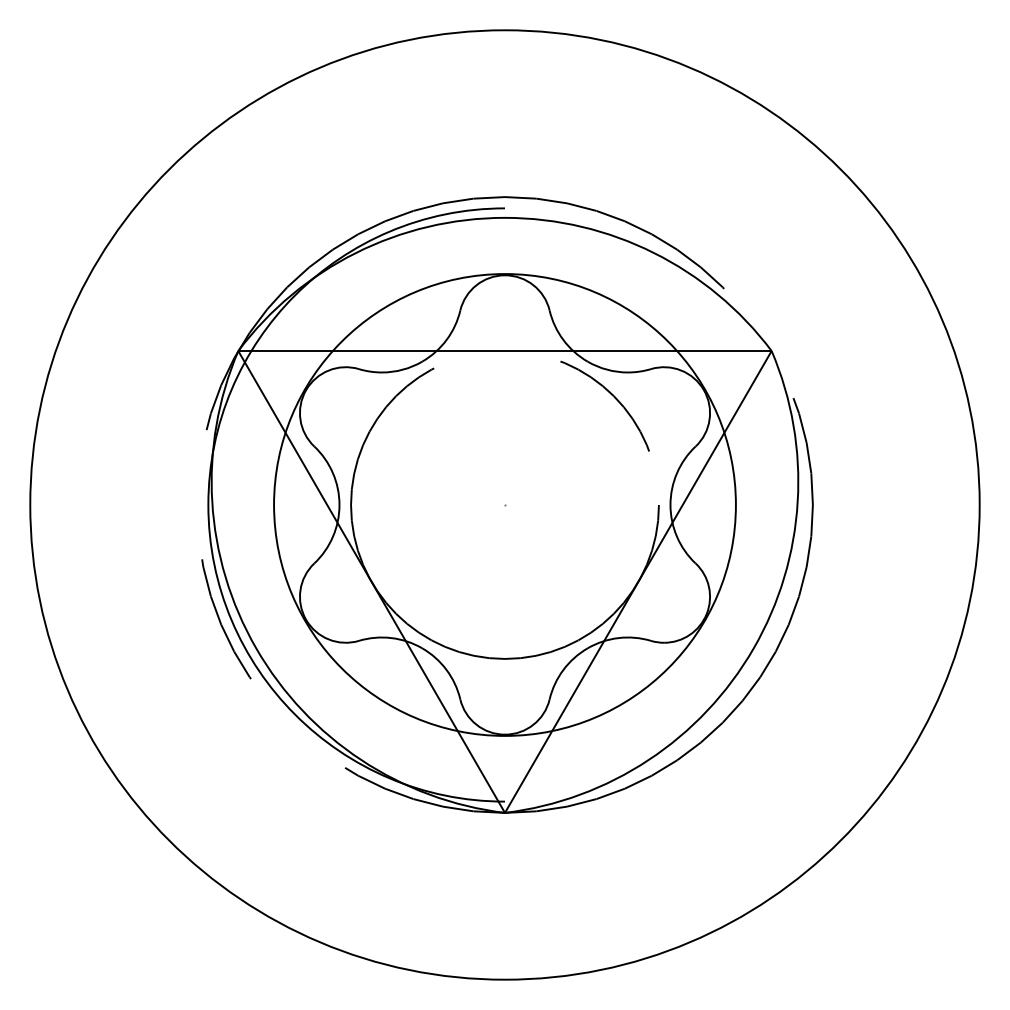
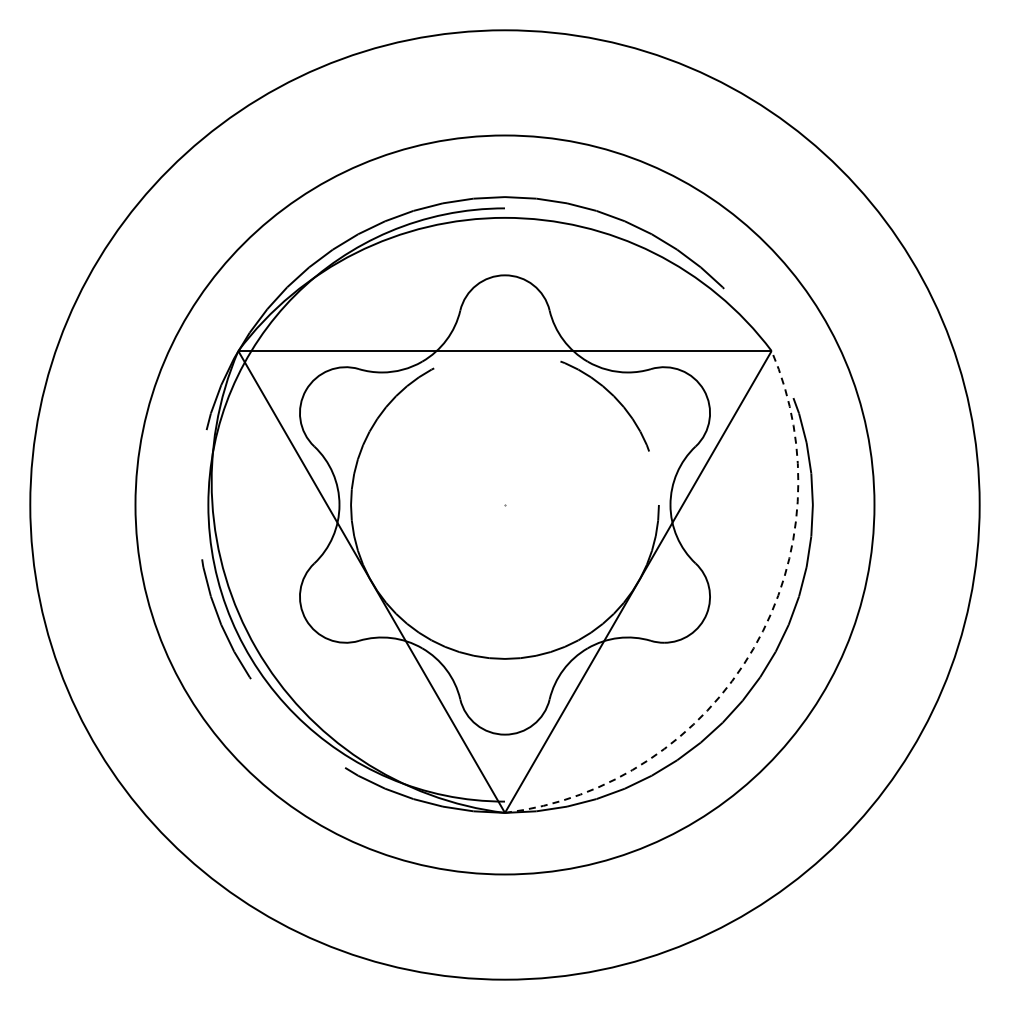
circle at (504, 504) diameter: 462 px -> 739 px
arc at (753, 648): solid -> dashed
